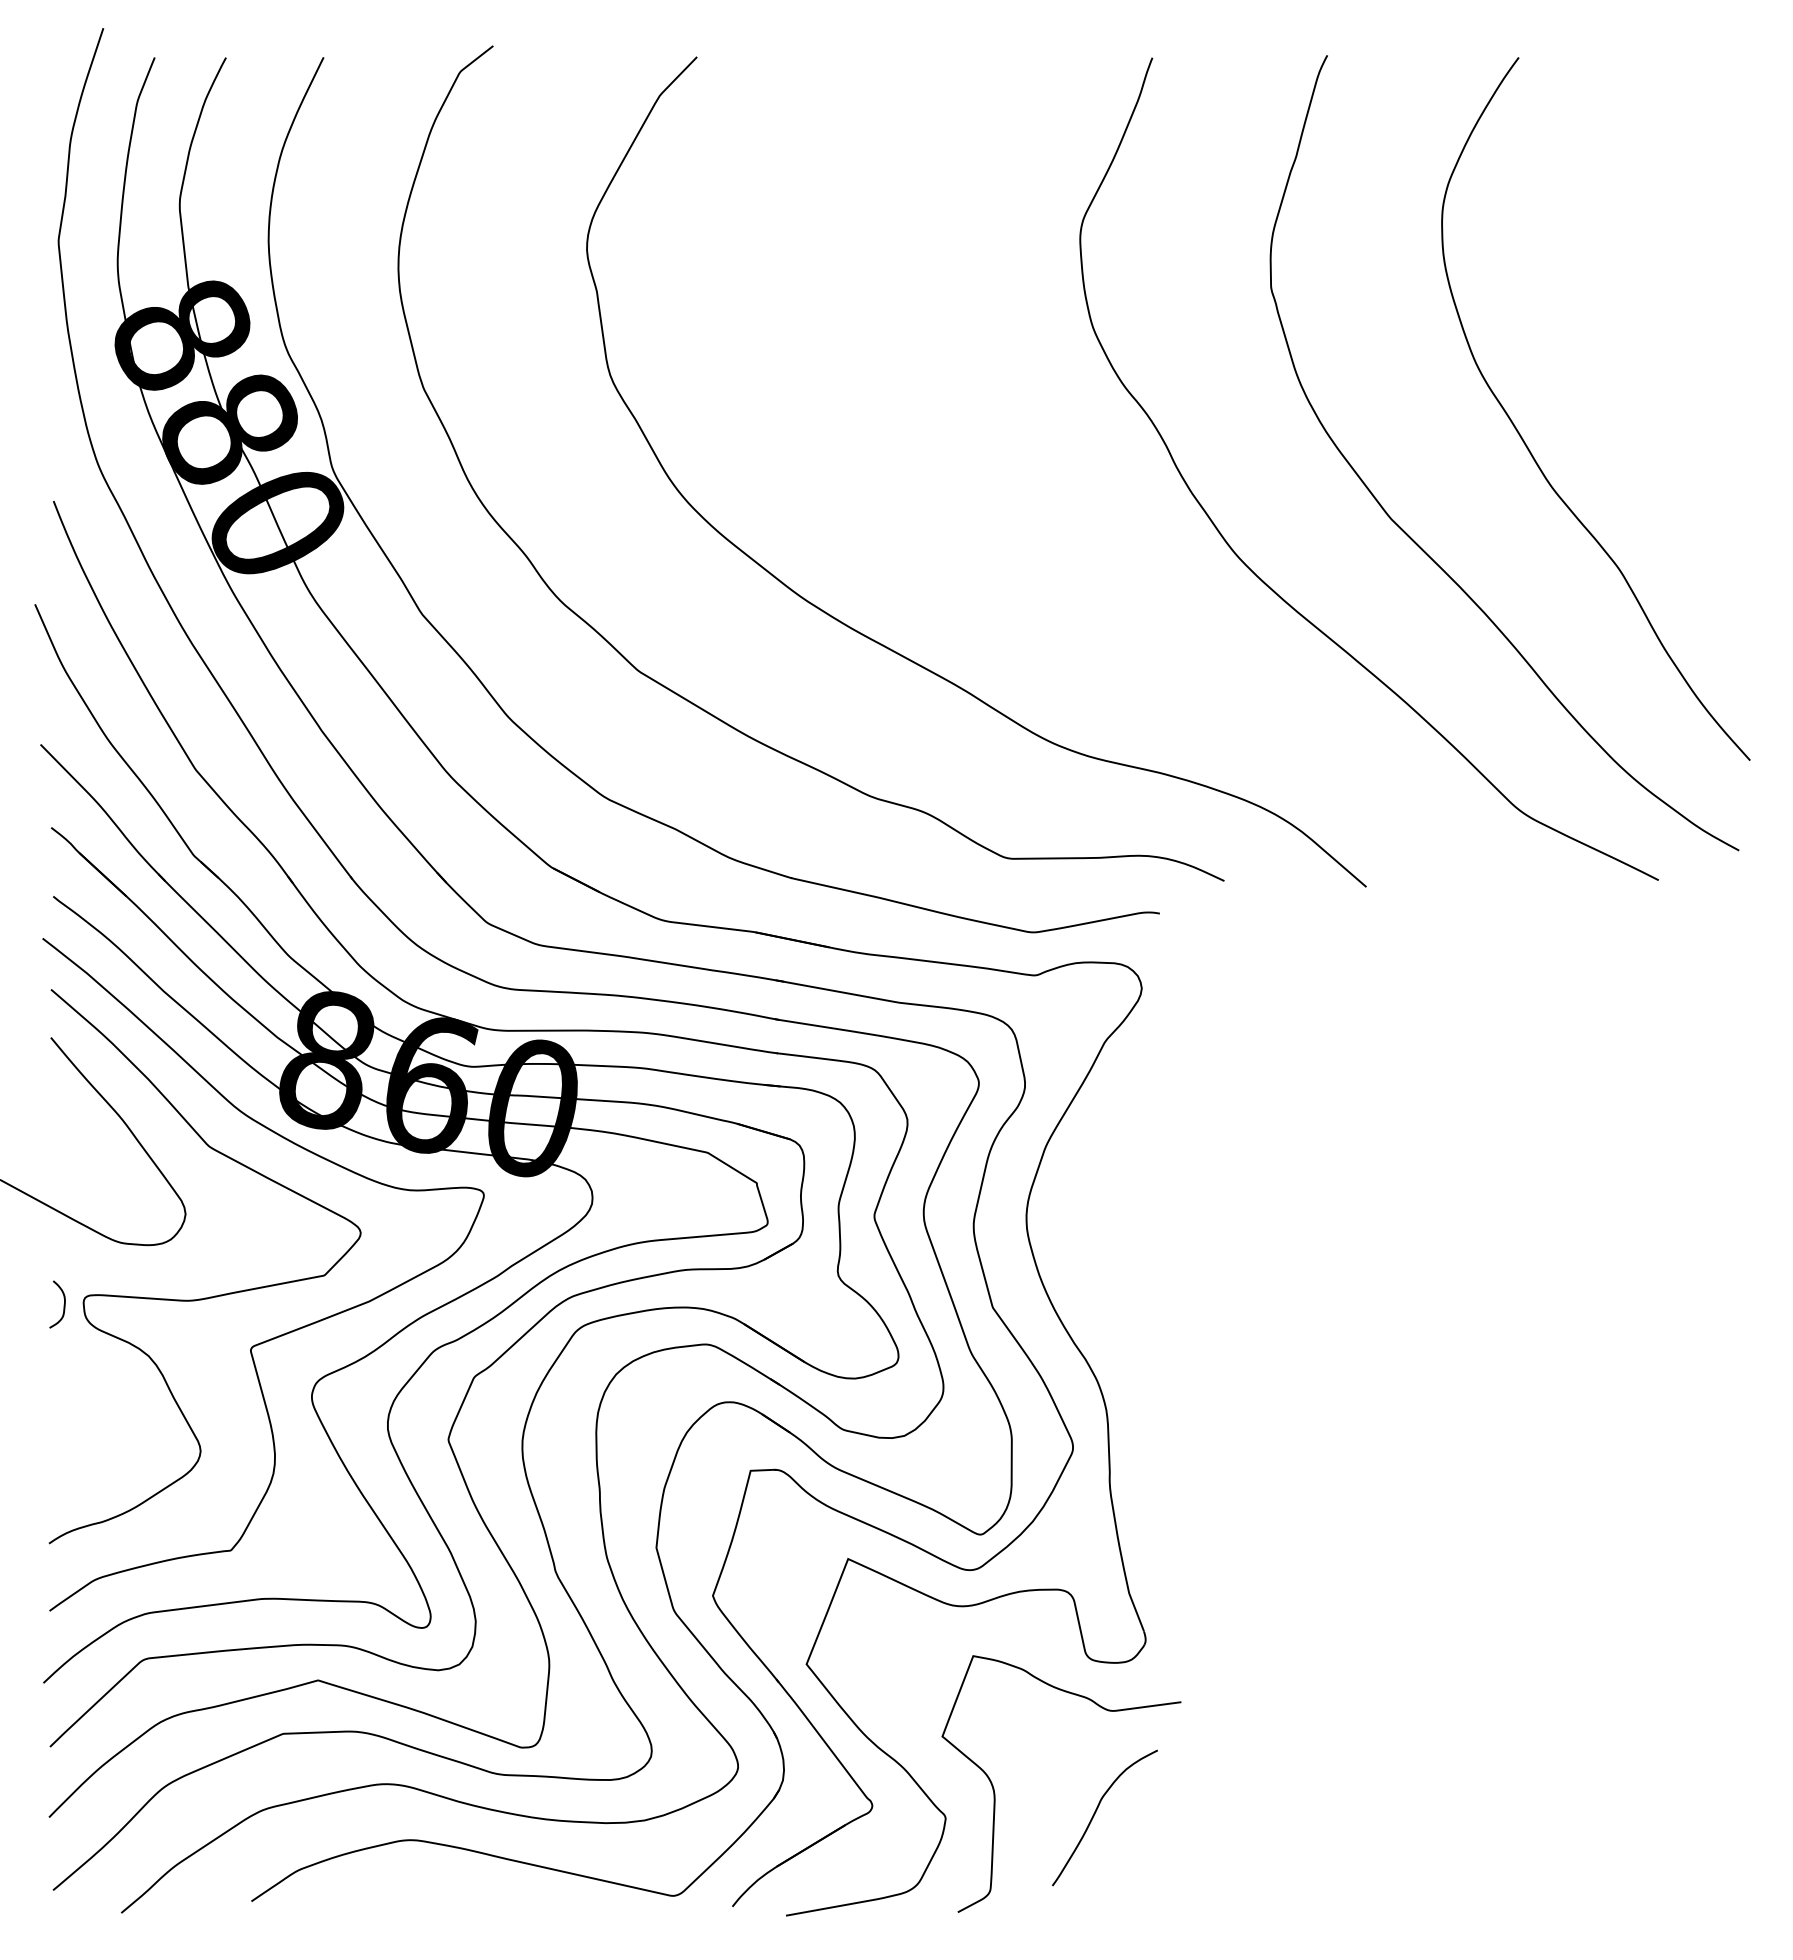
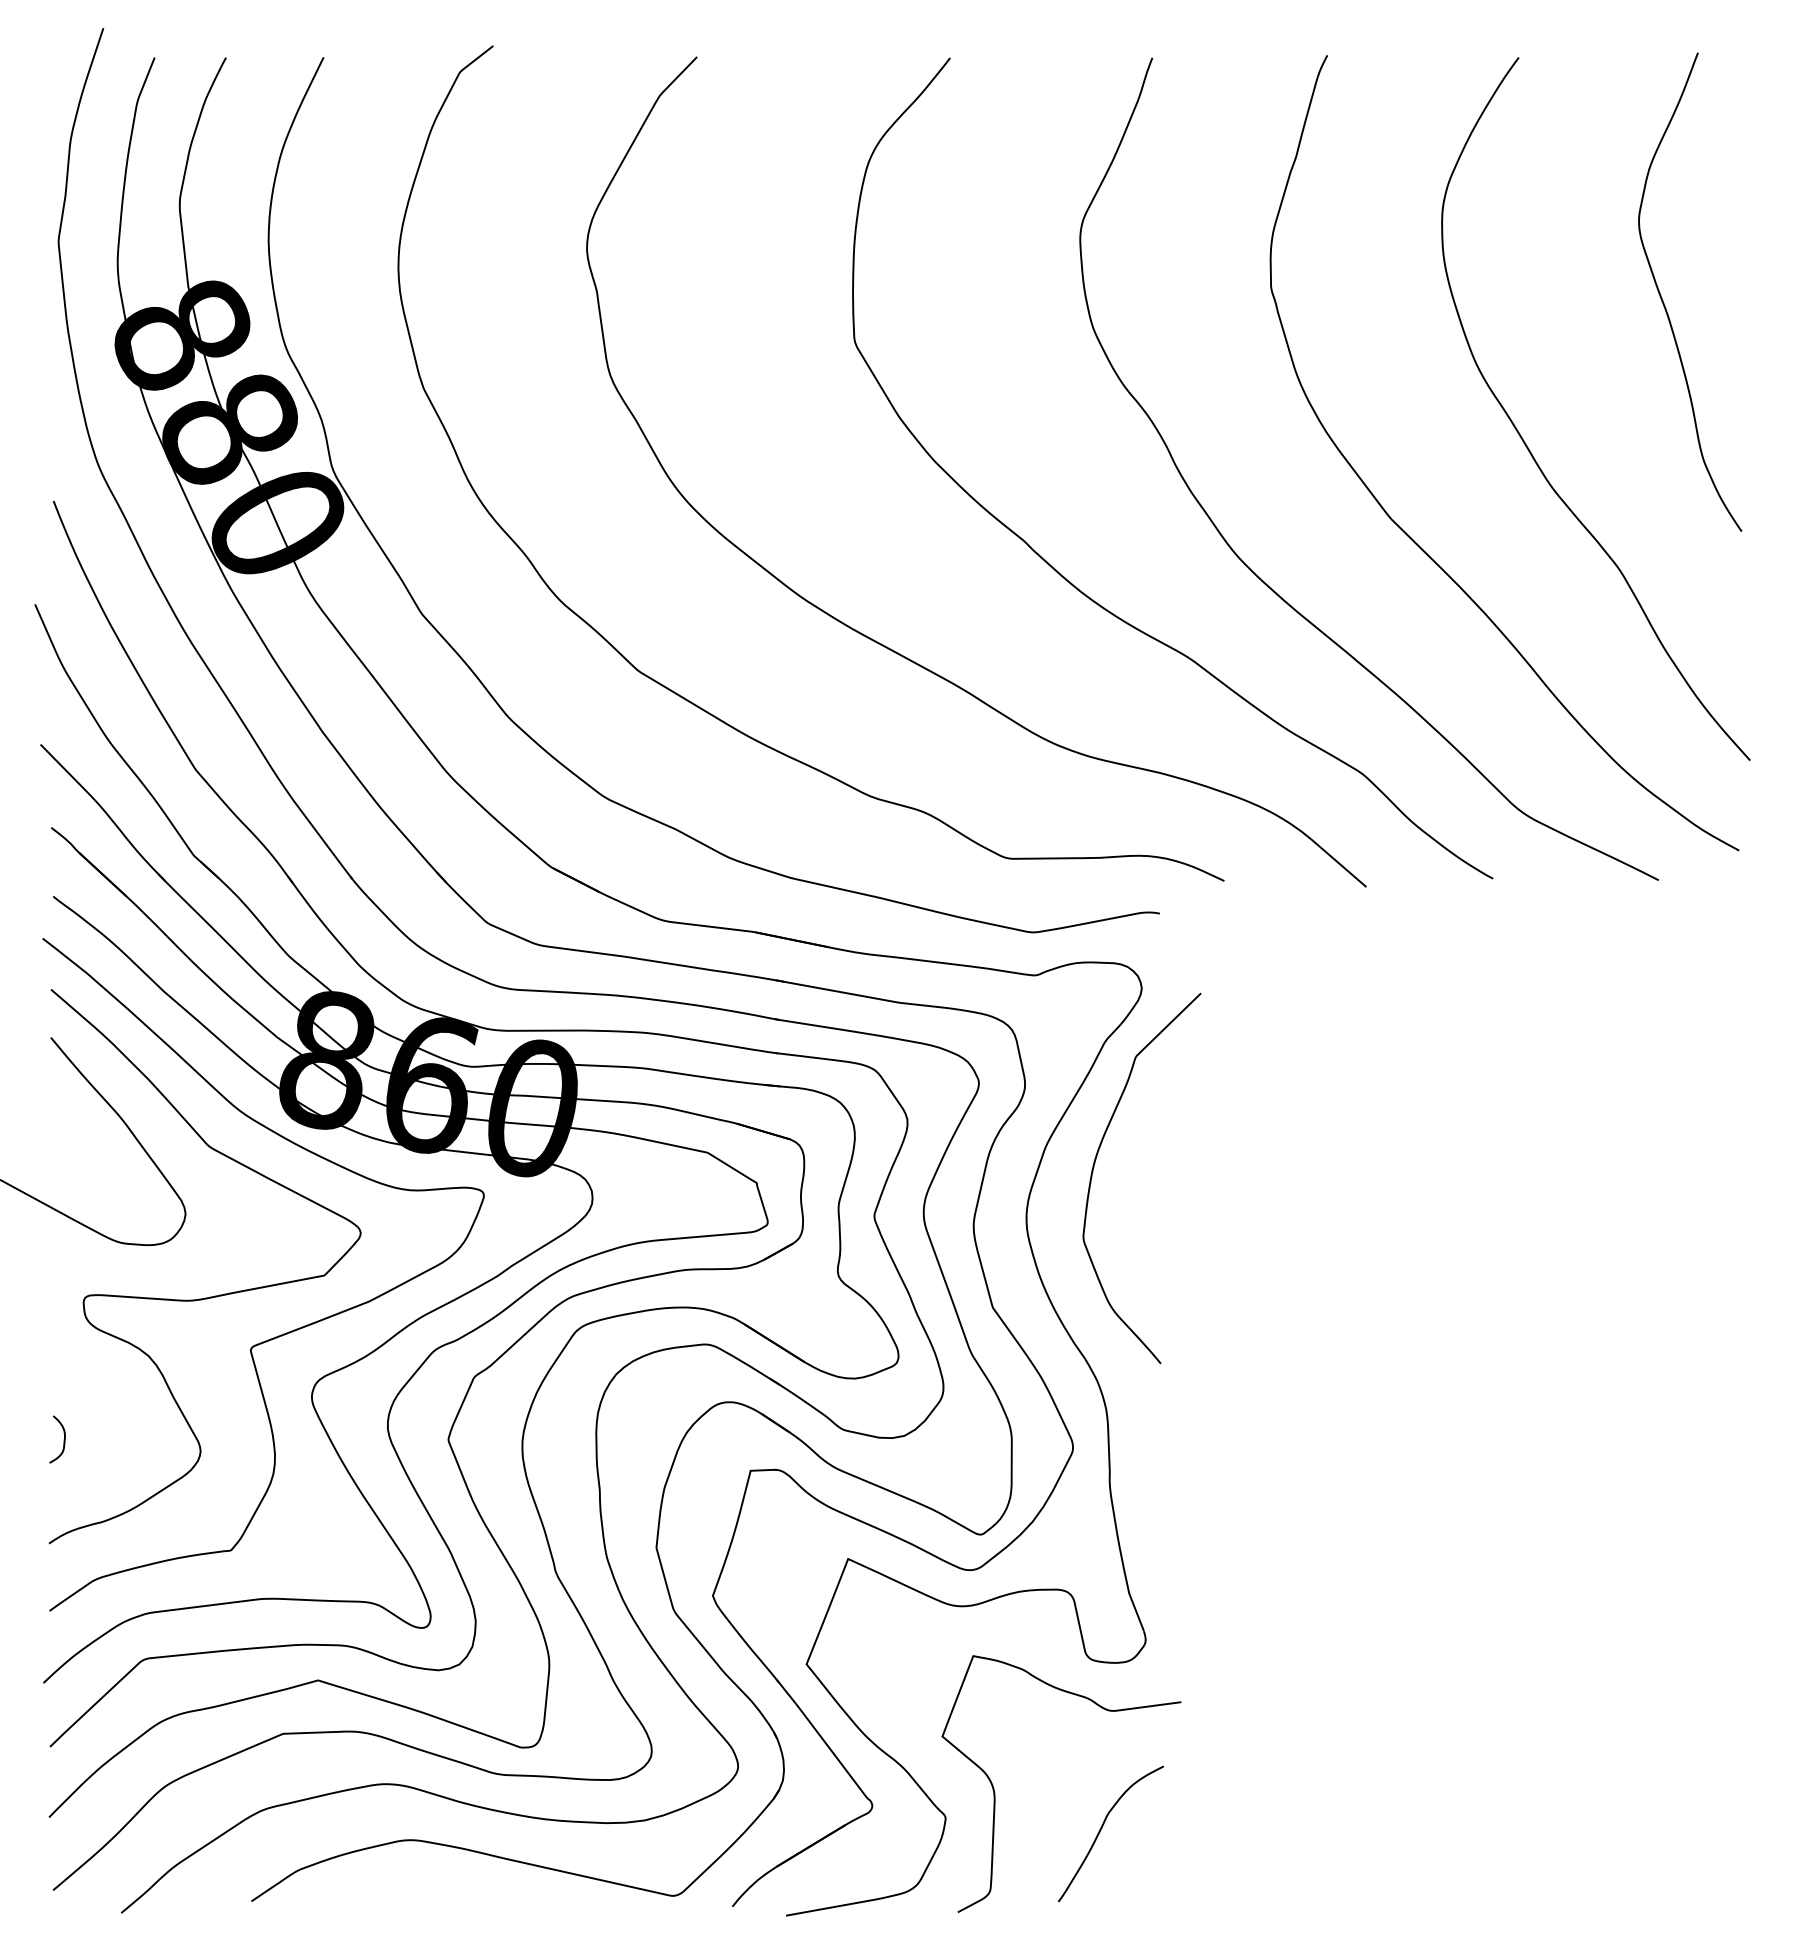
curve at (1663, 300): none -> present
curve at (1076, 586): none -> present
curve at (1094, 1167): none -> present
curve at (63, 1304) position: (63, 1304) -> (63, 1439)
curve at (1096, 1812) position: (1096, 1812) -> (1102, 1828)
